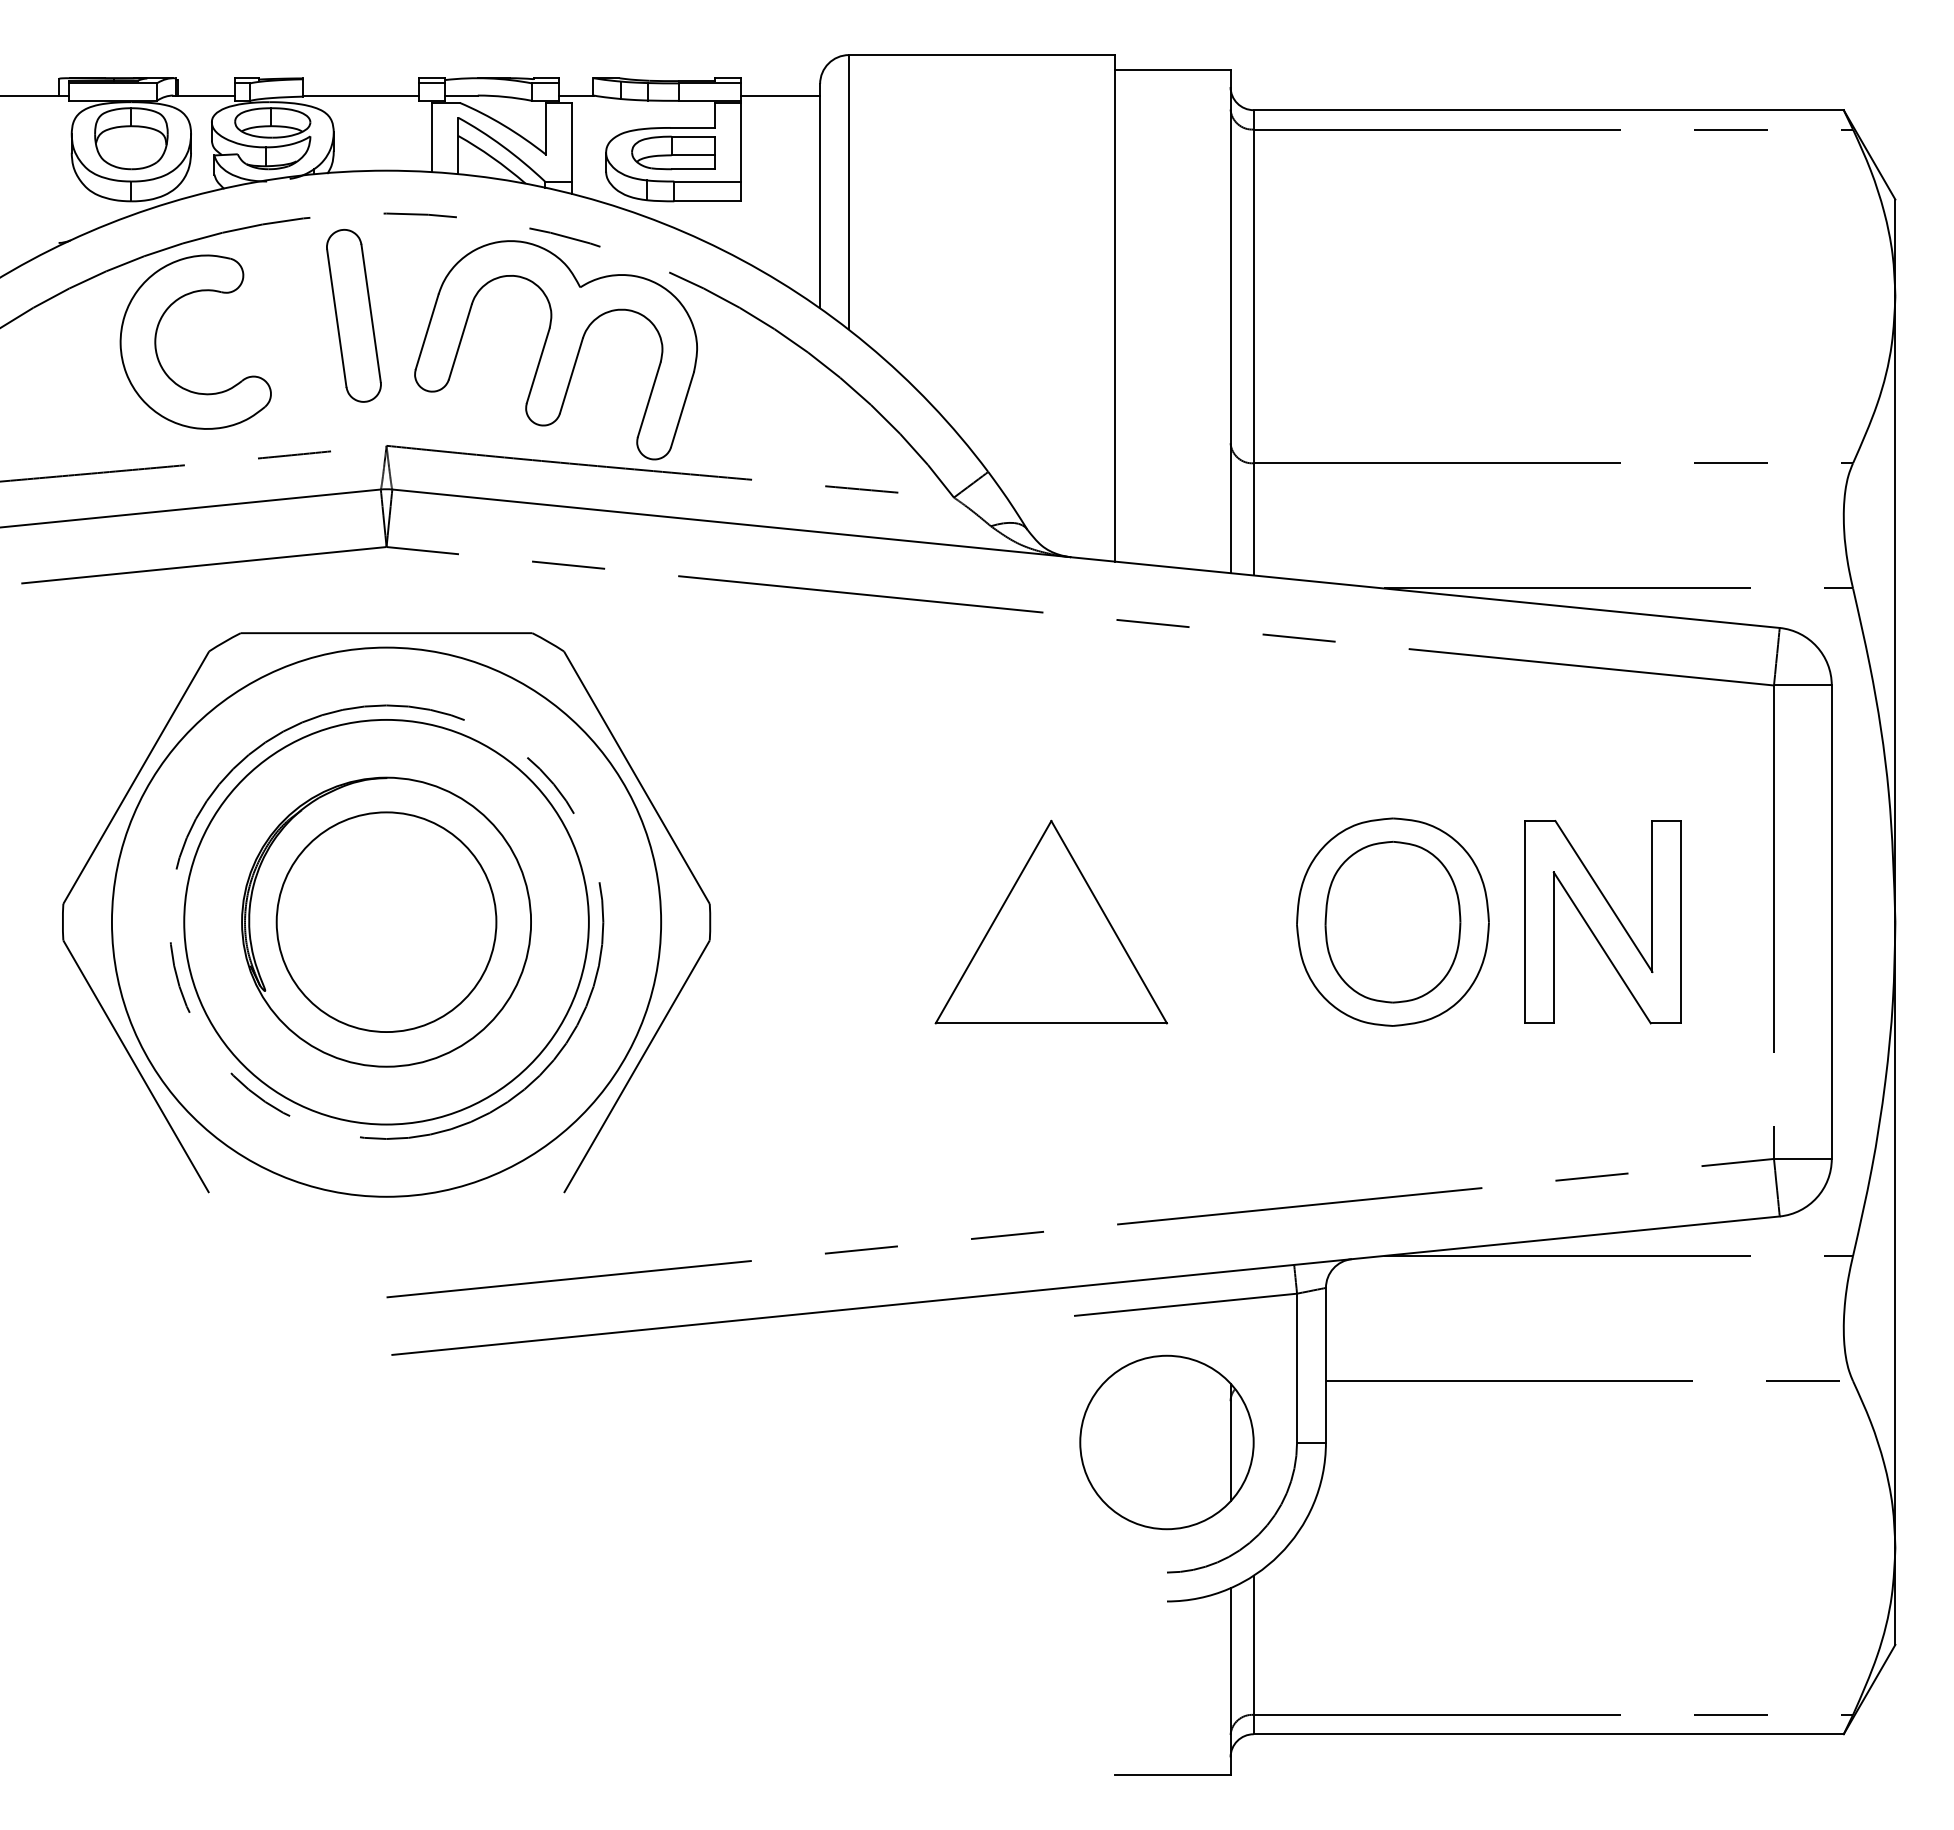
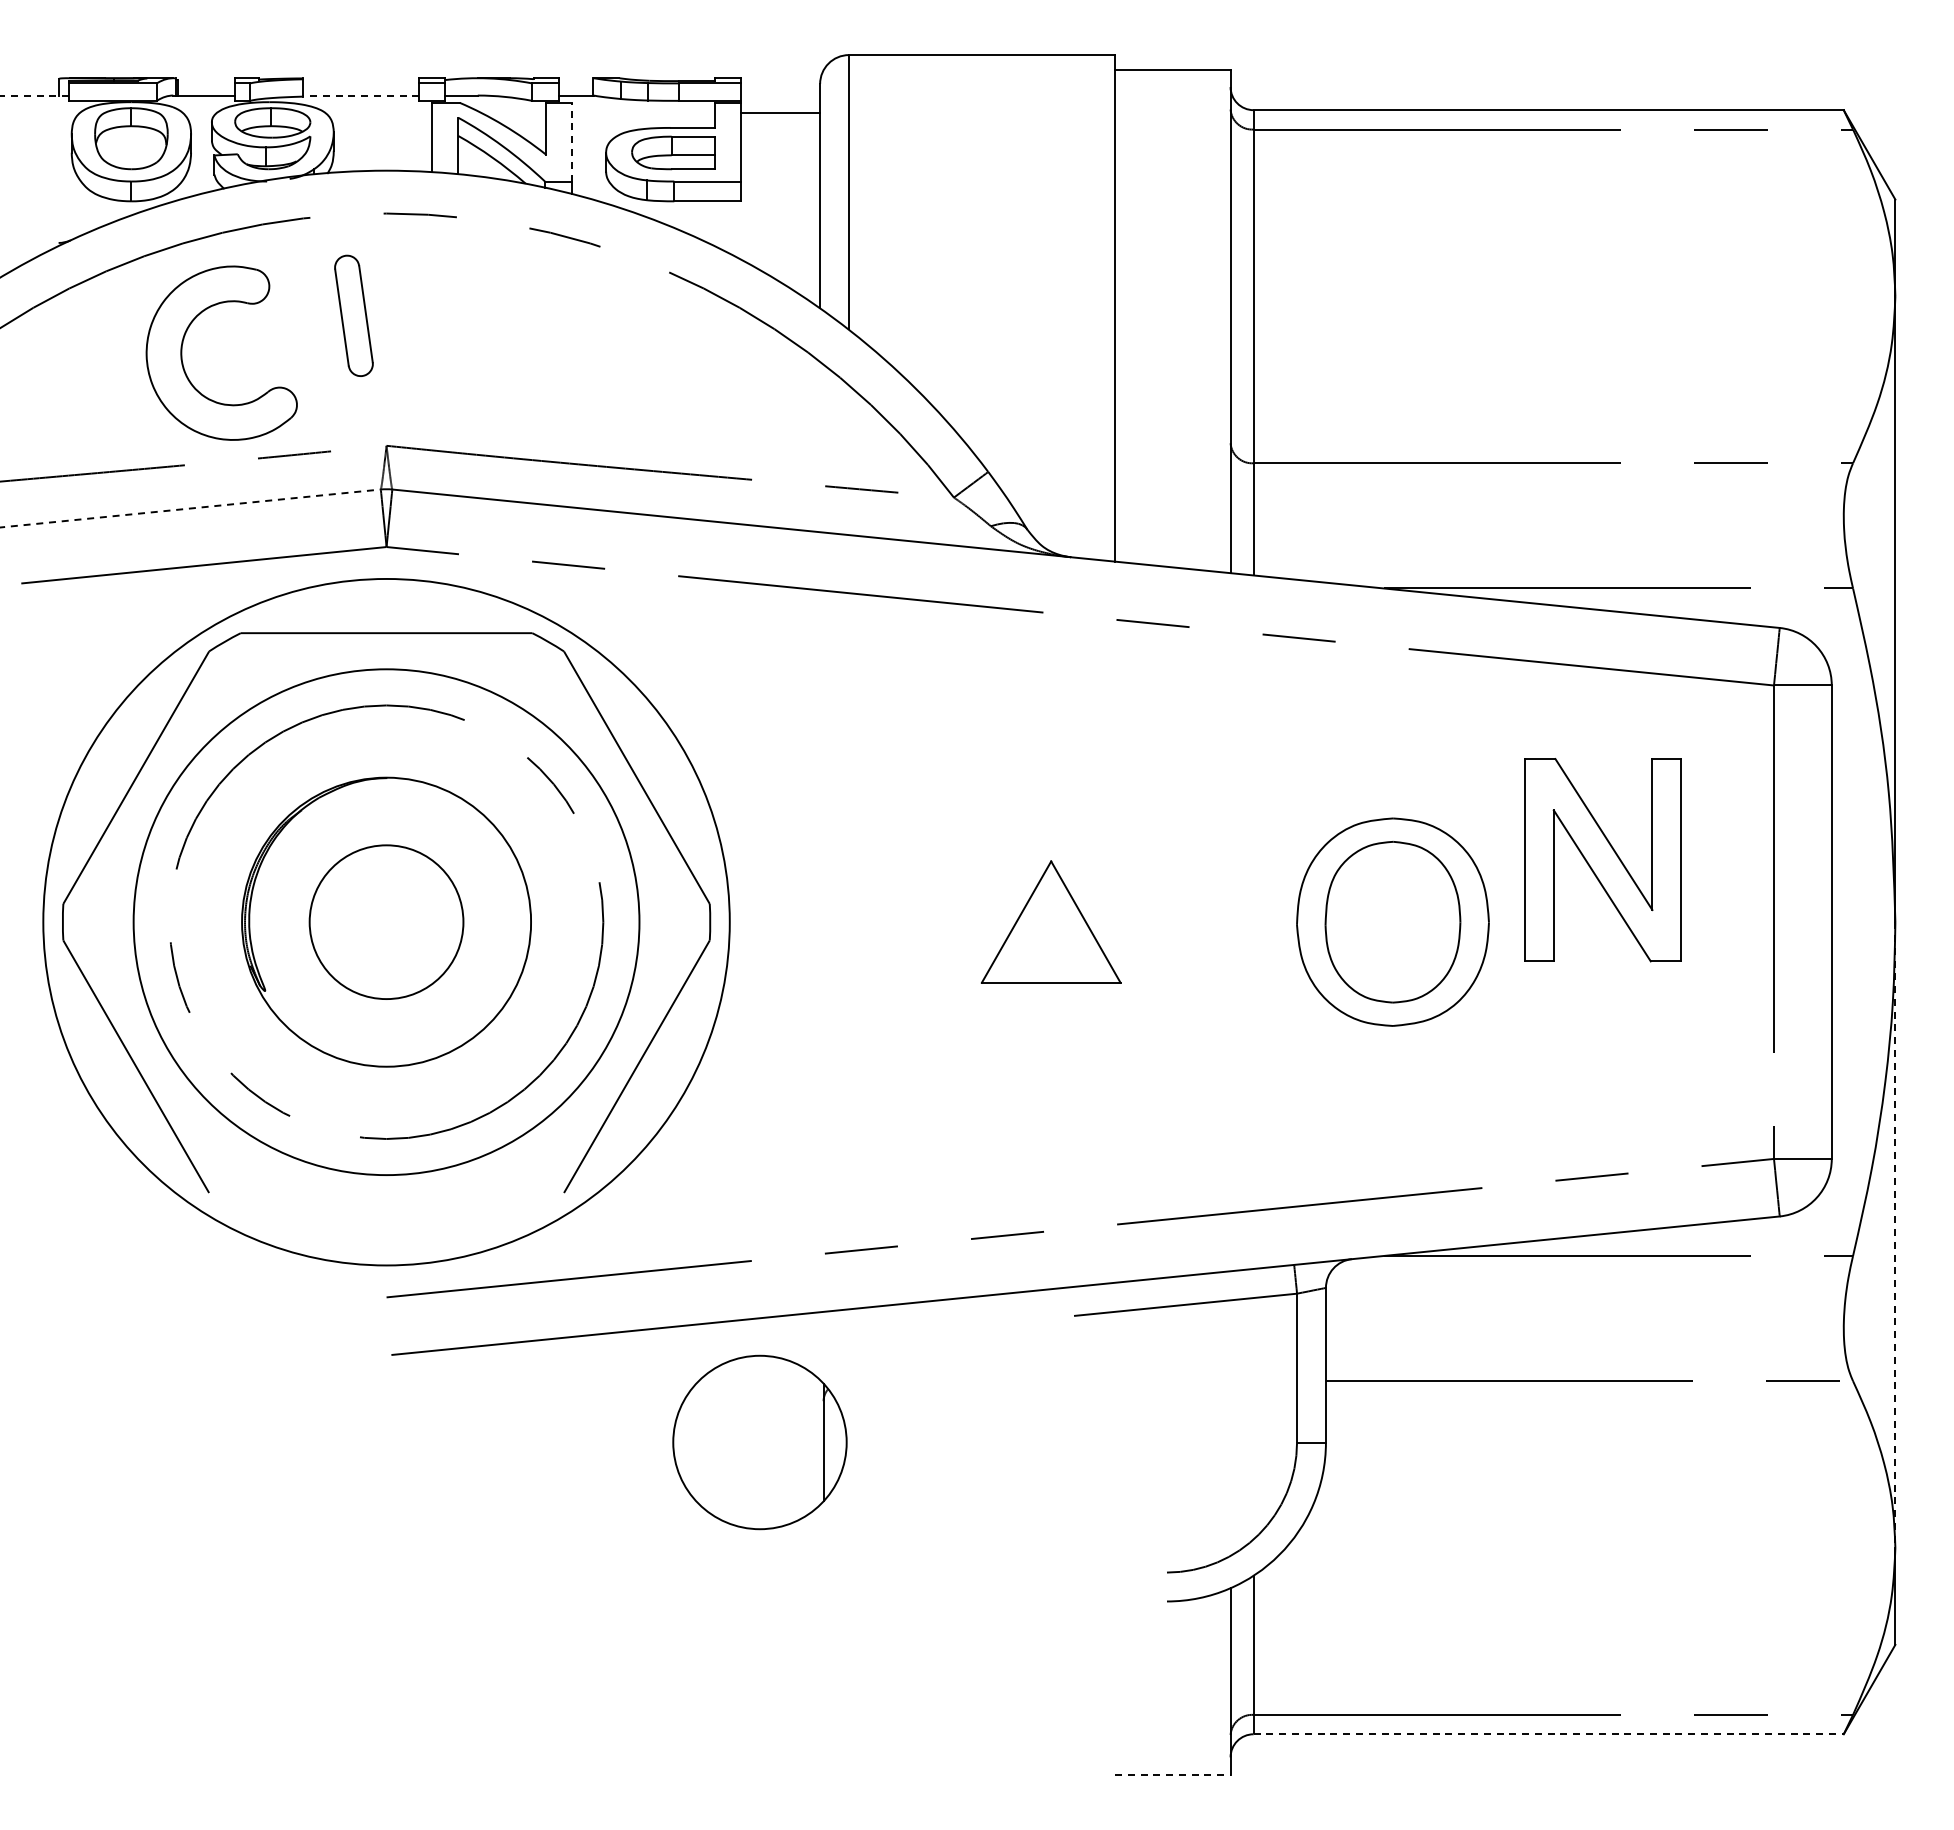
line at (34, 95): solid -> dashed
line at (360, 95): solid -> dashed
line at (780, 95) position: (780, 95) -> (780, 112)
line at (572, 141): solid -> dashed
part at (353, 315) size: 56x174 px -> 40x123 px
part at (156, 341) position: (156, 341) -> (182, 352)
part at (555, 350): present -> none
line at (190, 508): solid -> dashed
circle at (386, 921) diameter: 405 px -> 506 px
circle at (386, 921) diameter: 549 px -> 686 px
part at (1050, 921) size: 234x206 px -> 142x124 px
circle at (386, 922) diameter: 220 px -> 154 px
part at (1602, 922) position: (1602, 922) -> (1602, 860)
line at (1895, 1235): solid -> dashed
part at (1166, 1442) position: (1166, 1442) -> (759, 1442)
line at (1549, 1734): solid -> dashed
line at (1172, 1774): solid -> dashed
